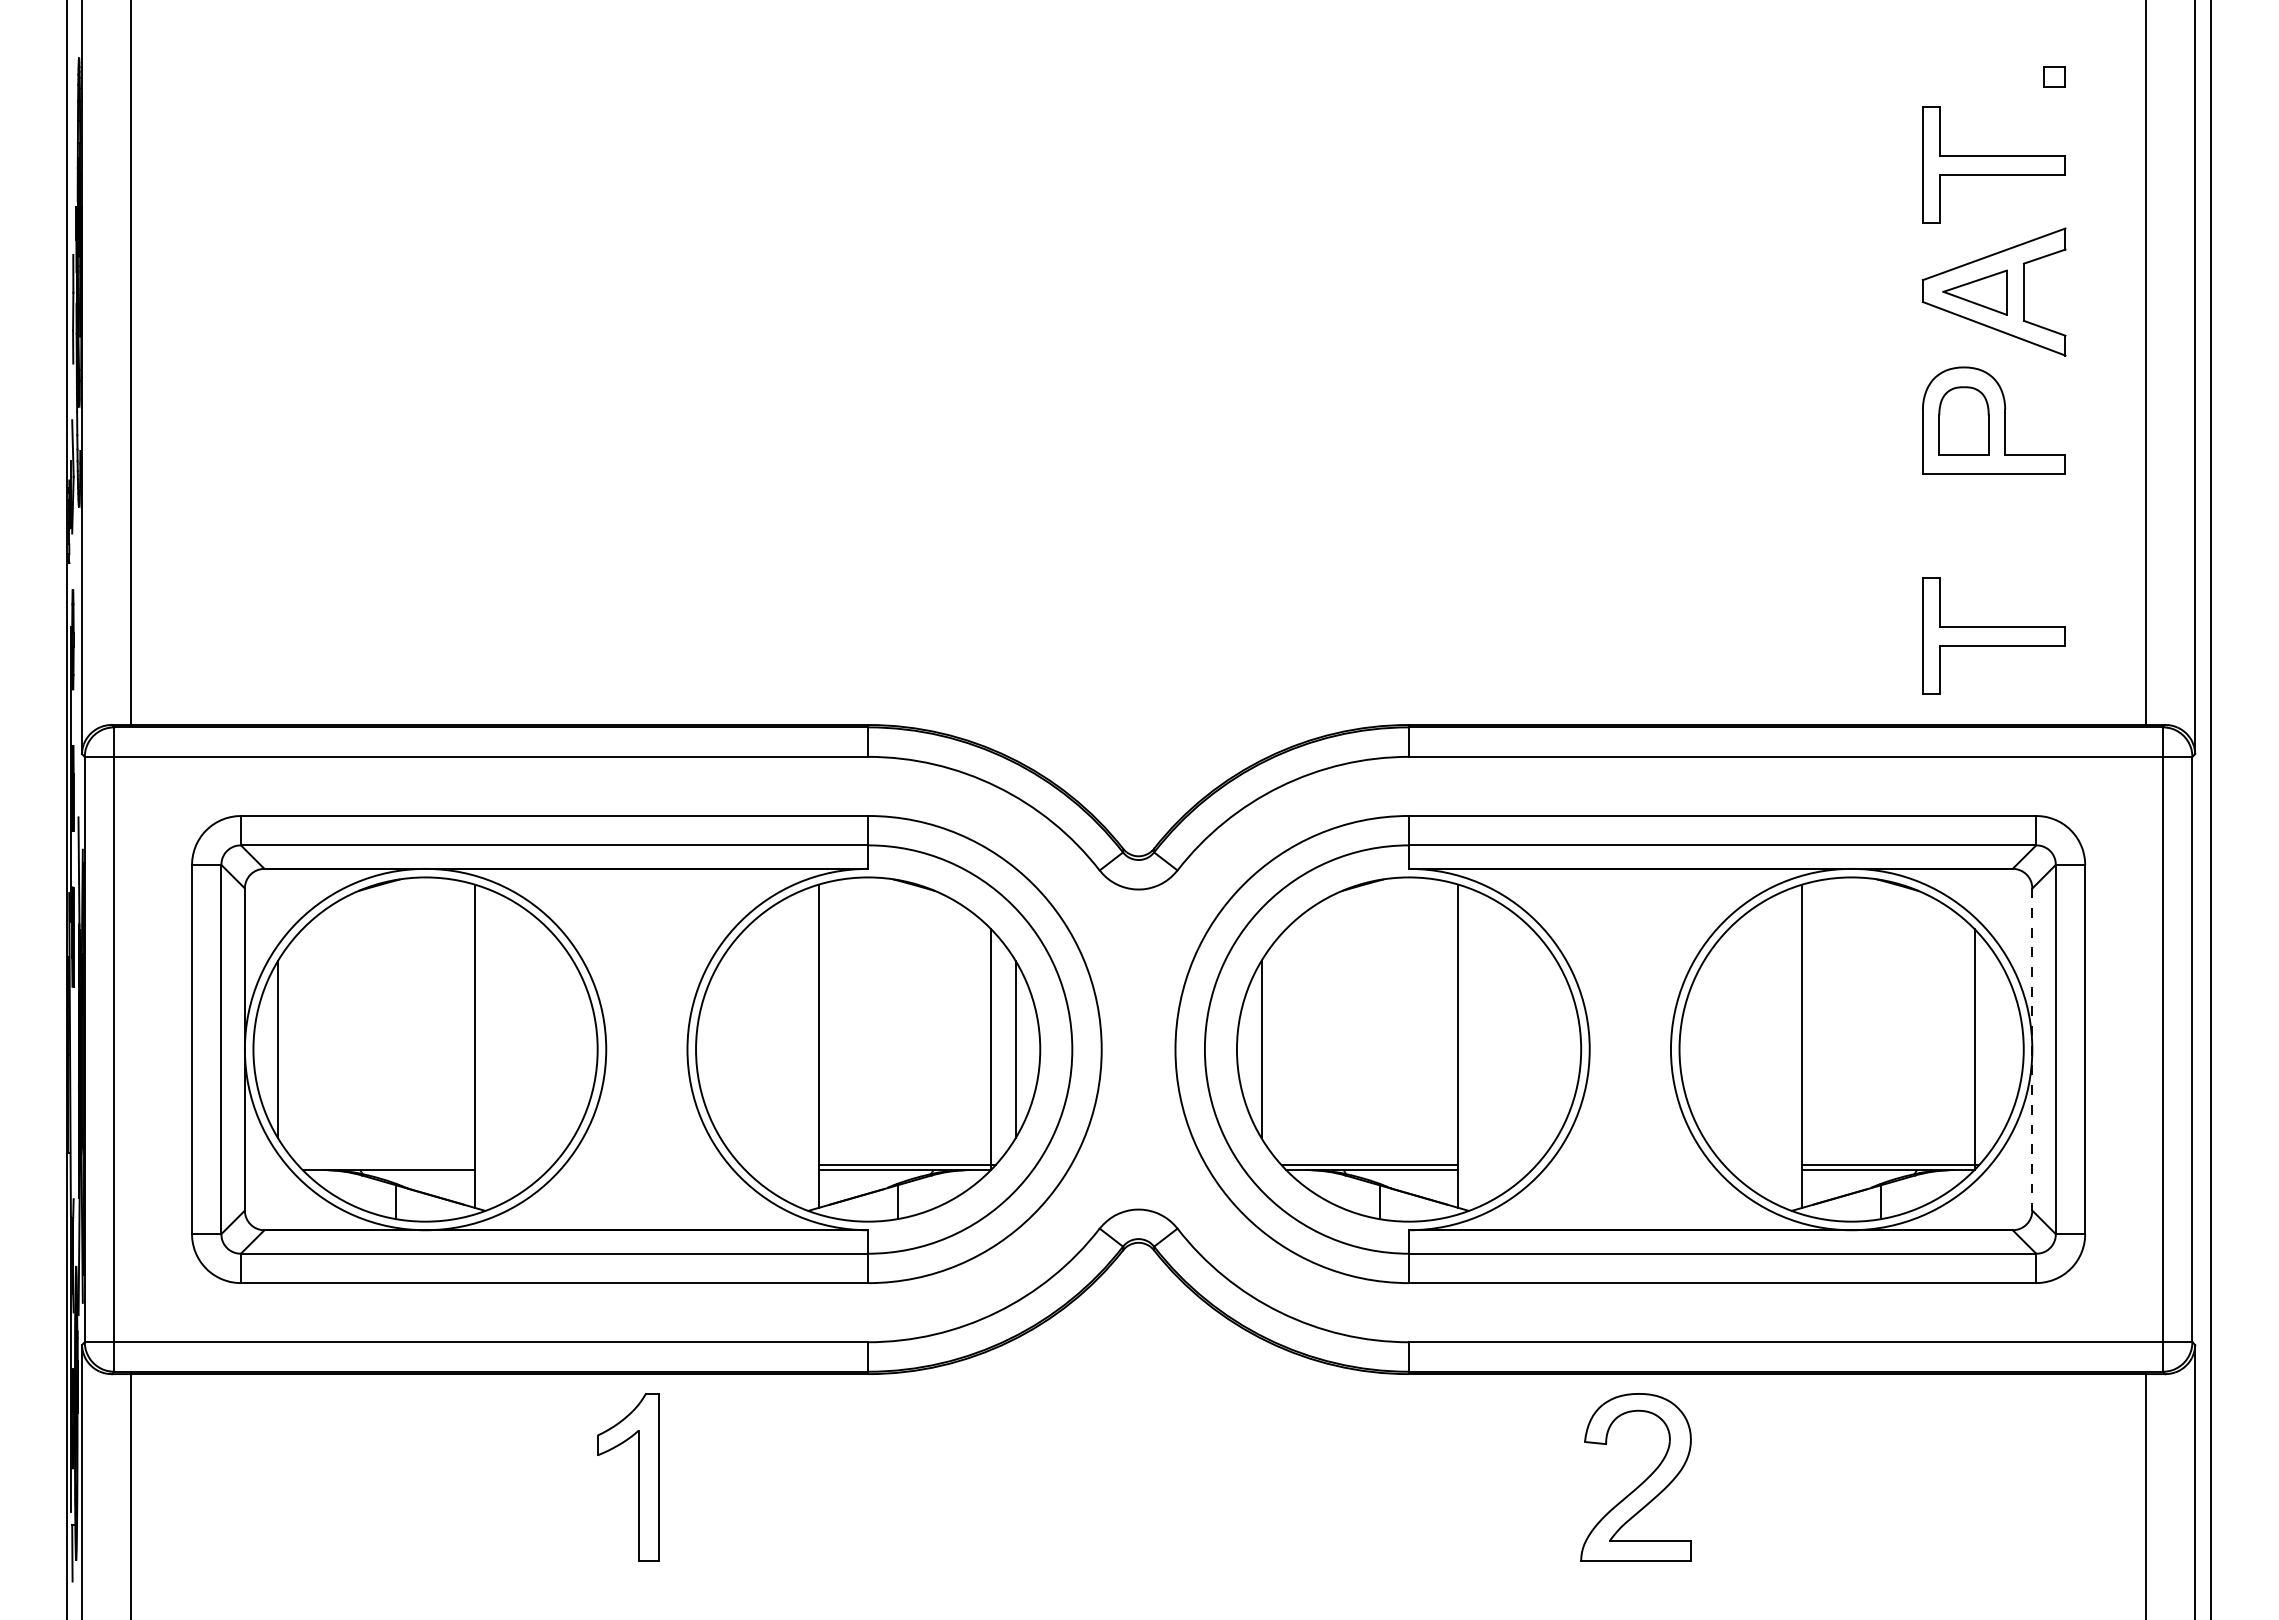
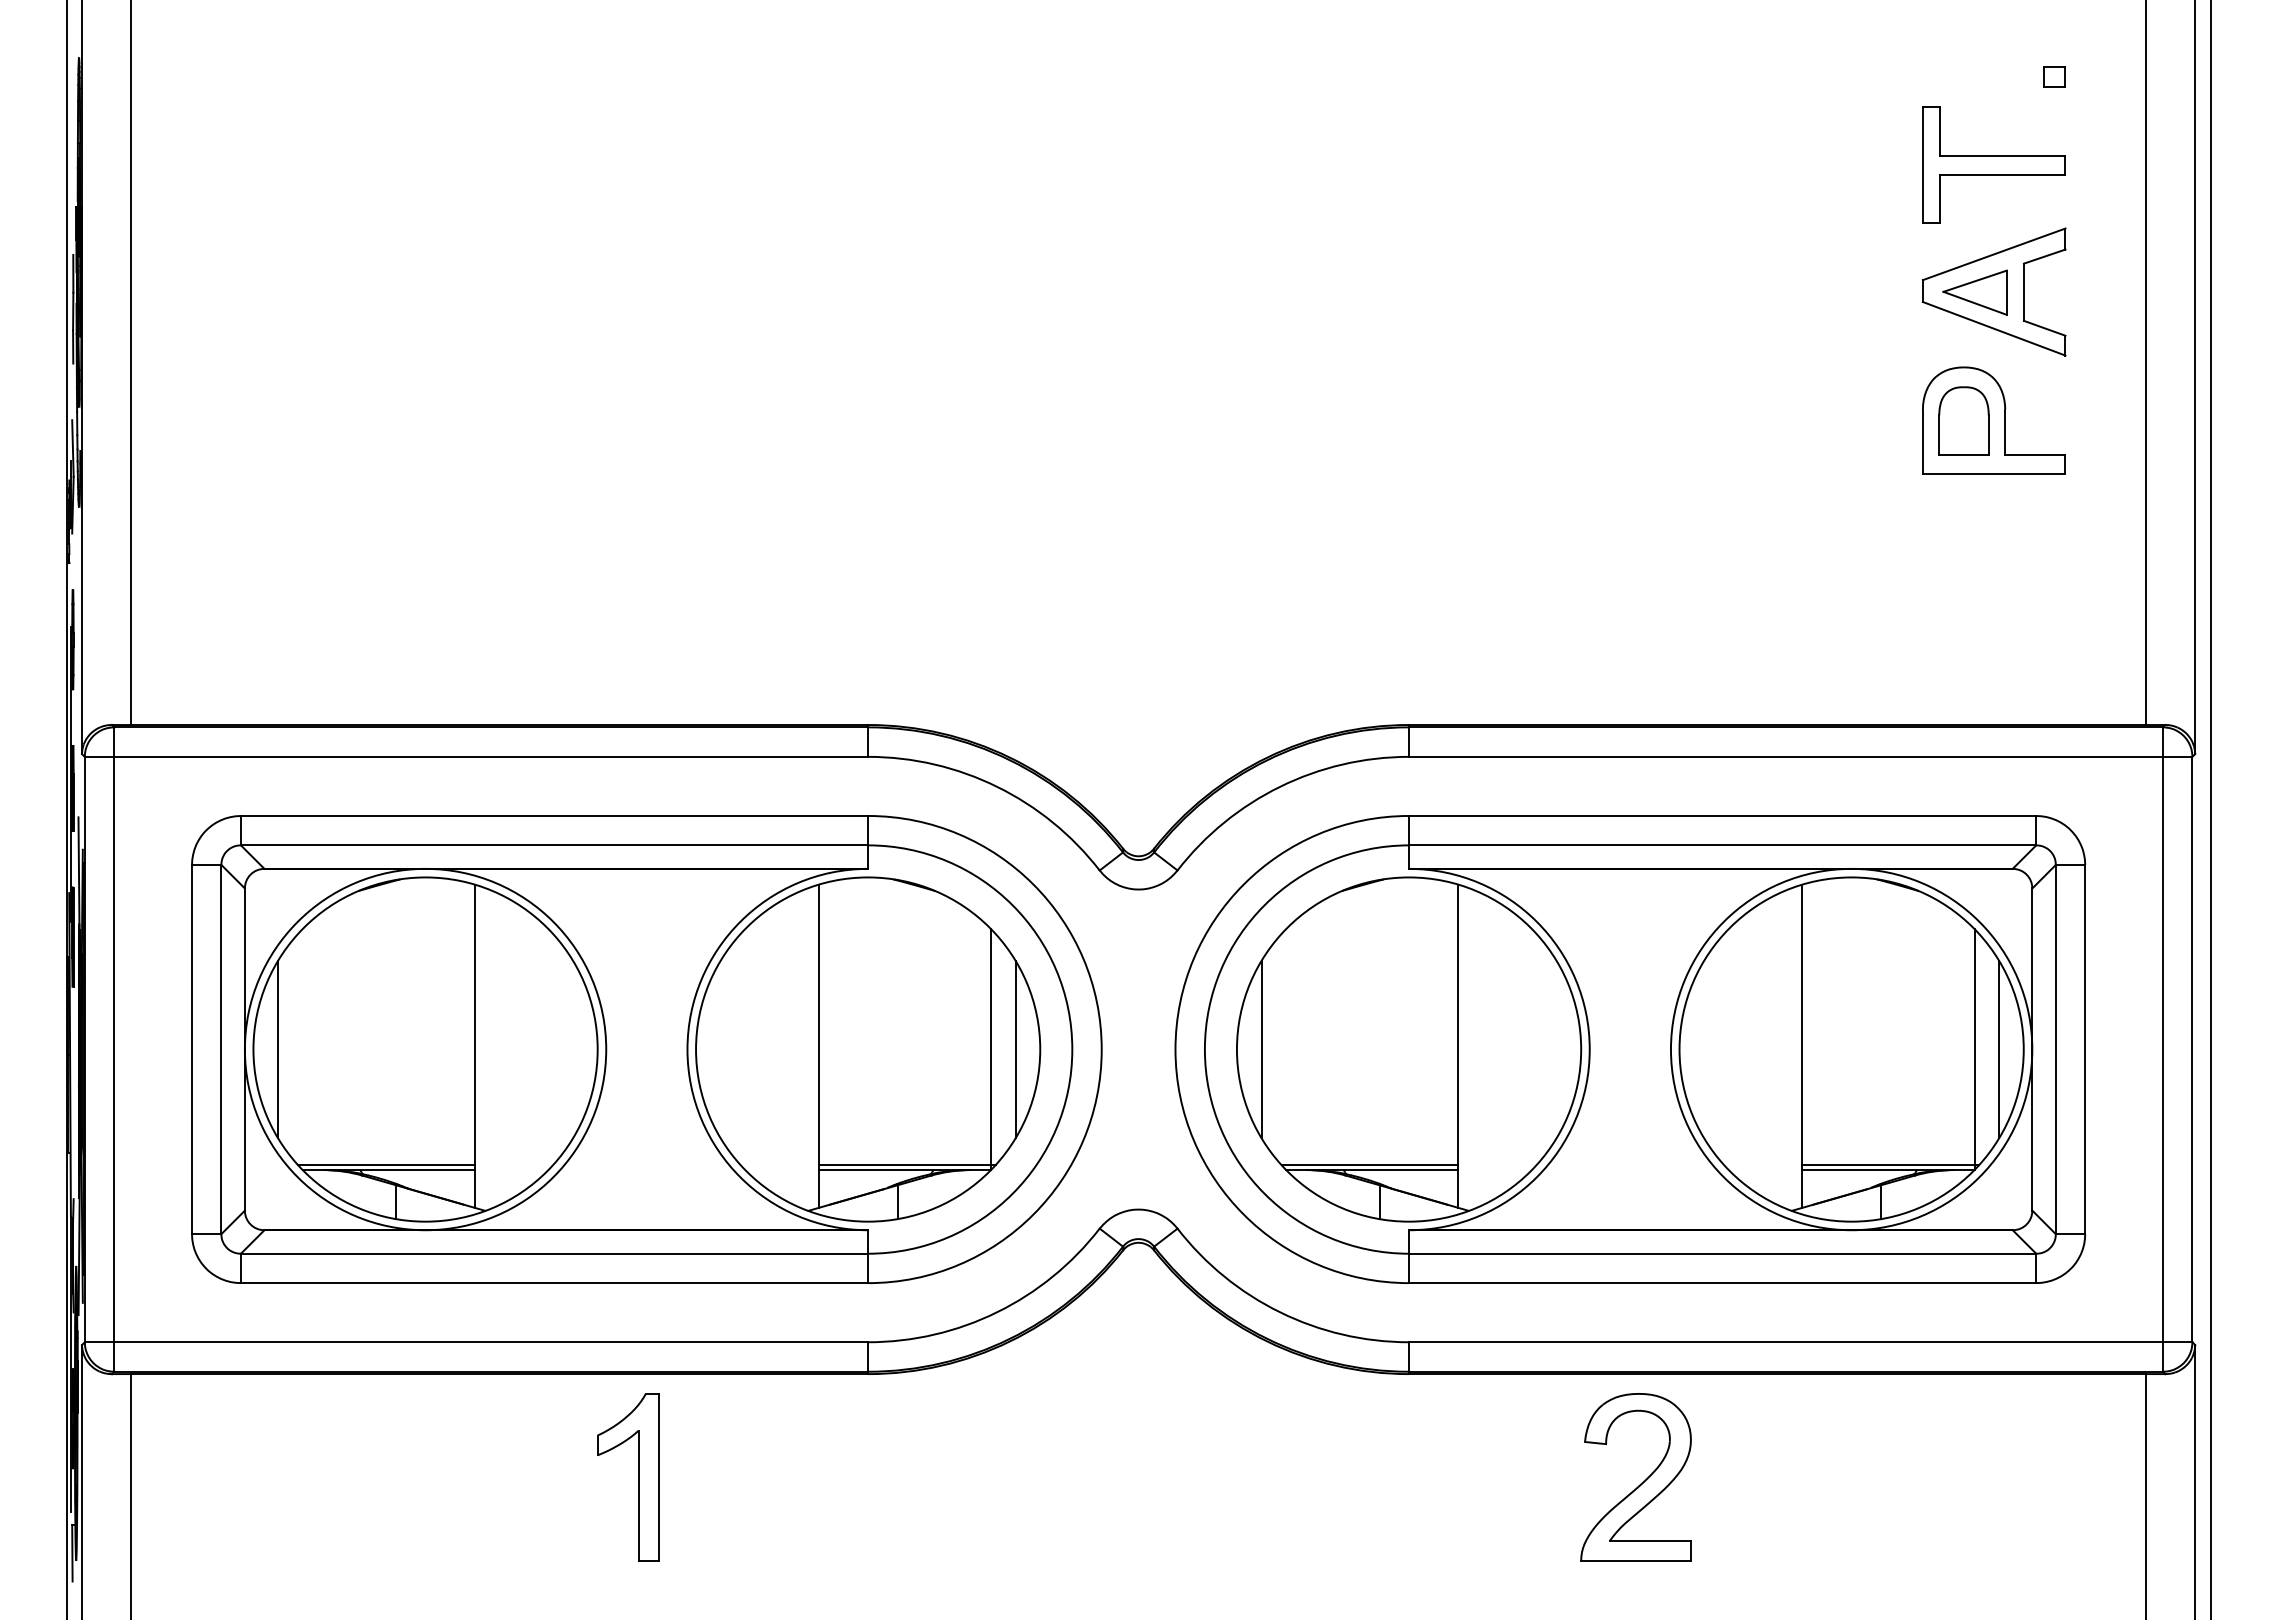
part at (1993, 635): present -> none
line at (1999, 1049): none -> present
line at (2032, 1050): dashed -> solid
line at (386, 1165): none -> present
